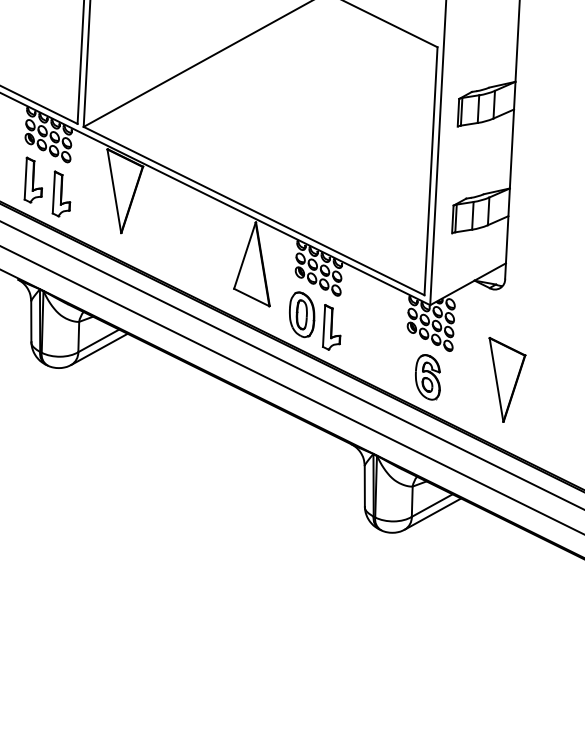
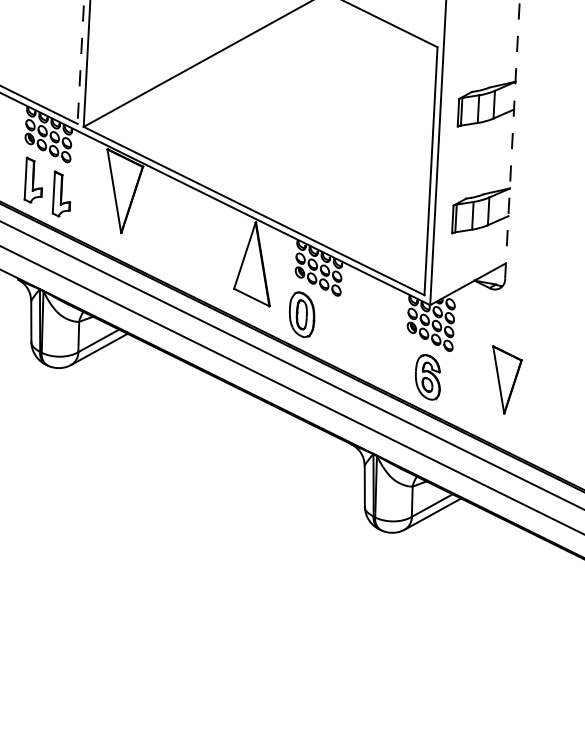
line at (80, 62): solid -> dashed
line at (512, 138): solid -> dashed
part at (331, 327): present -> none
part at (507, 379) size: 39x86 px -> 31x70 px
